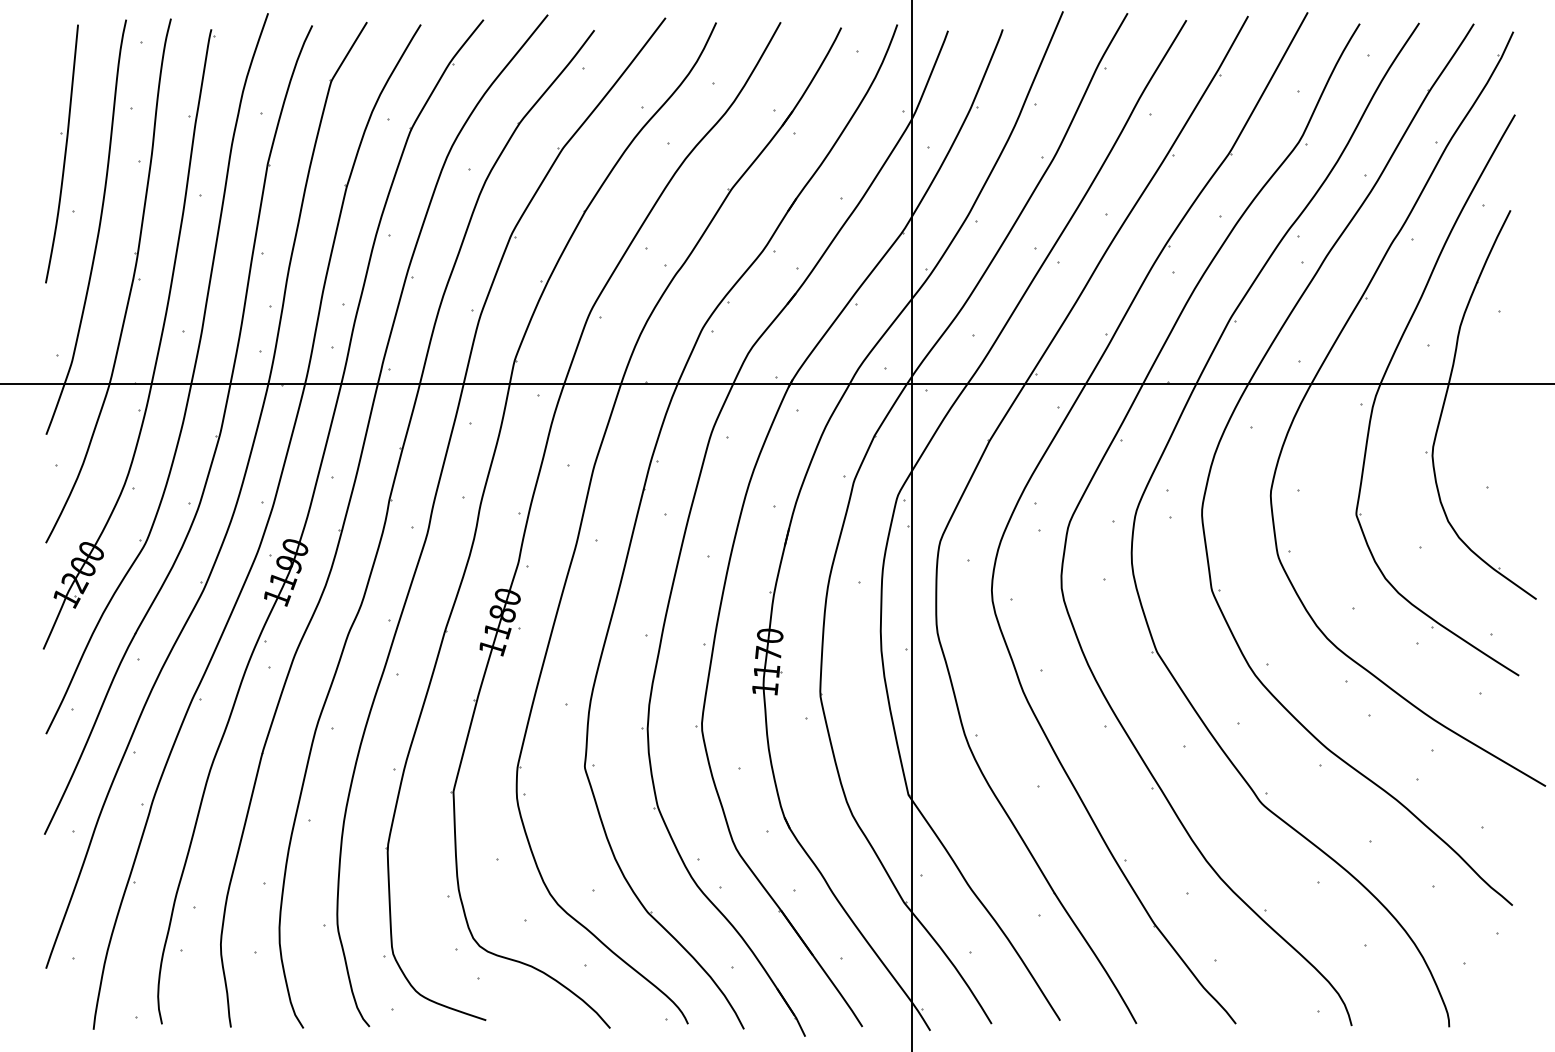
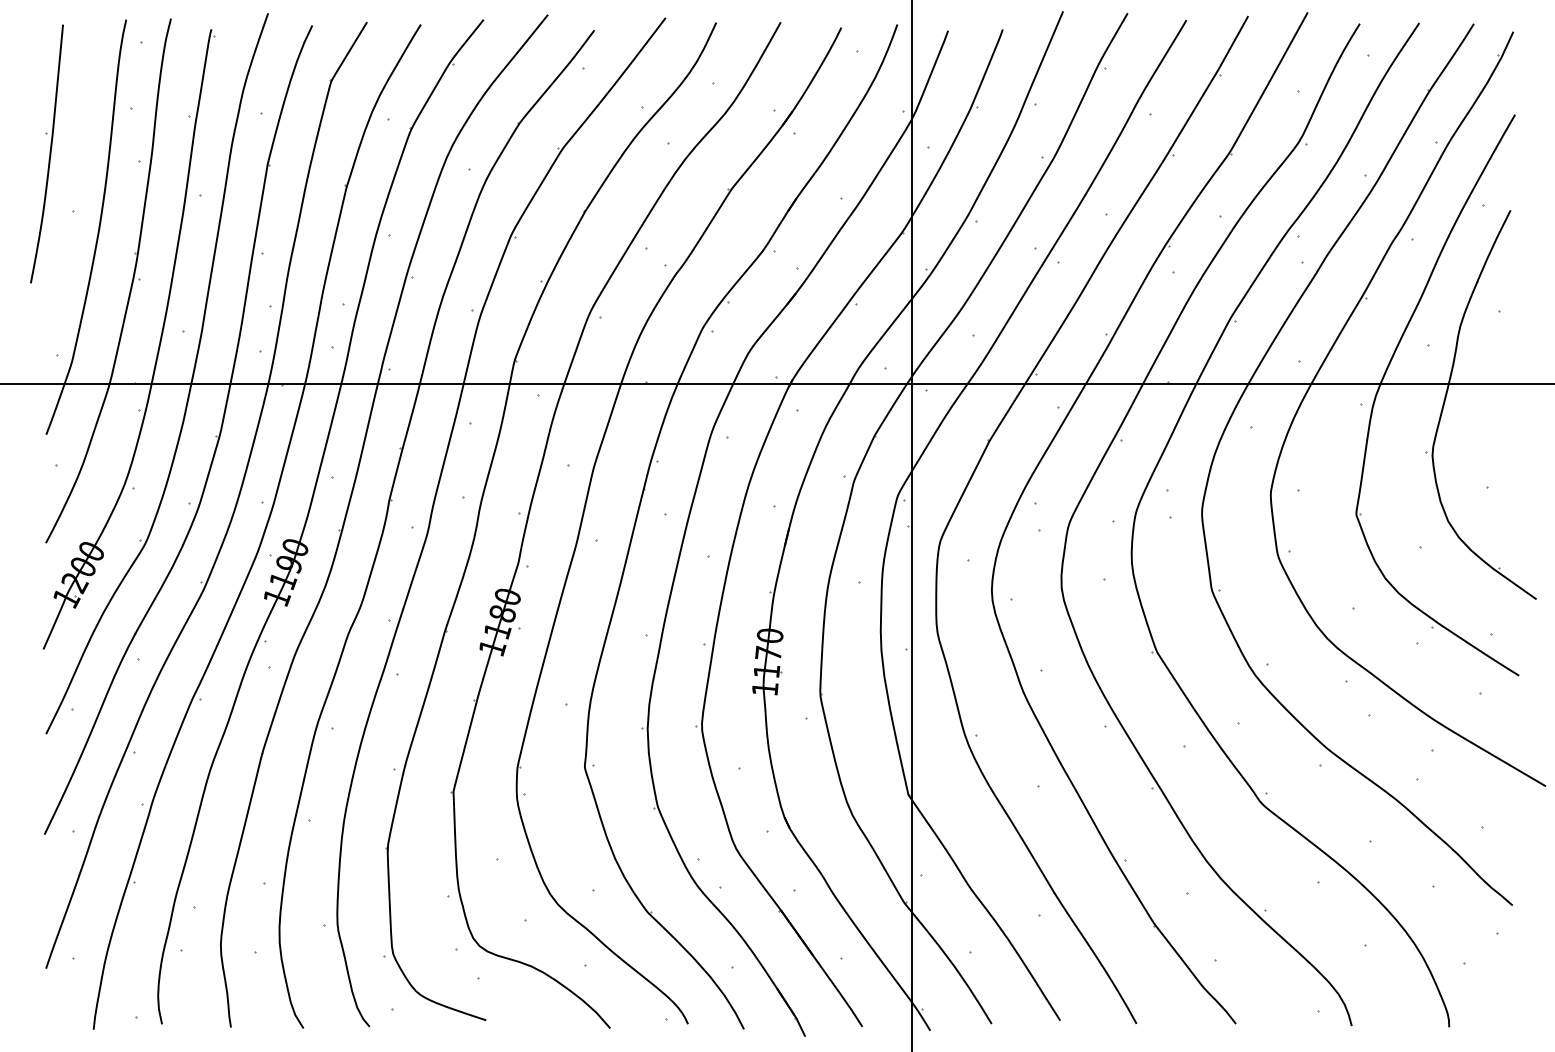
part at (61, 153) position: (61, 153) -> (46, 153)
